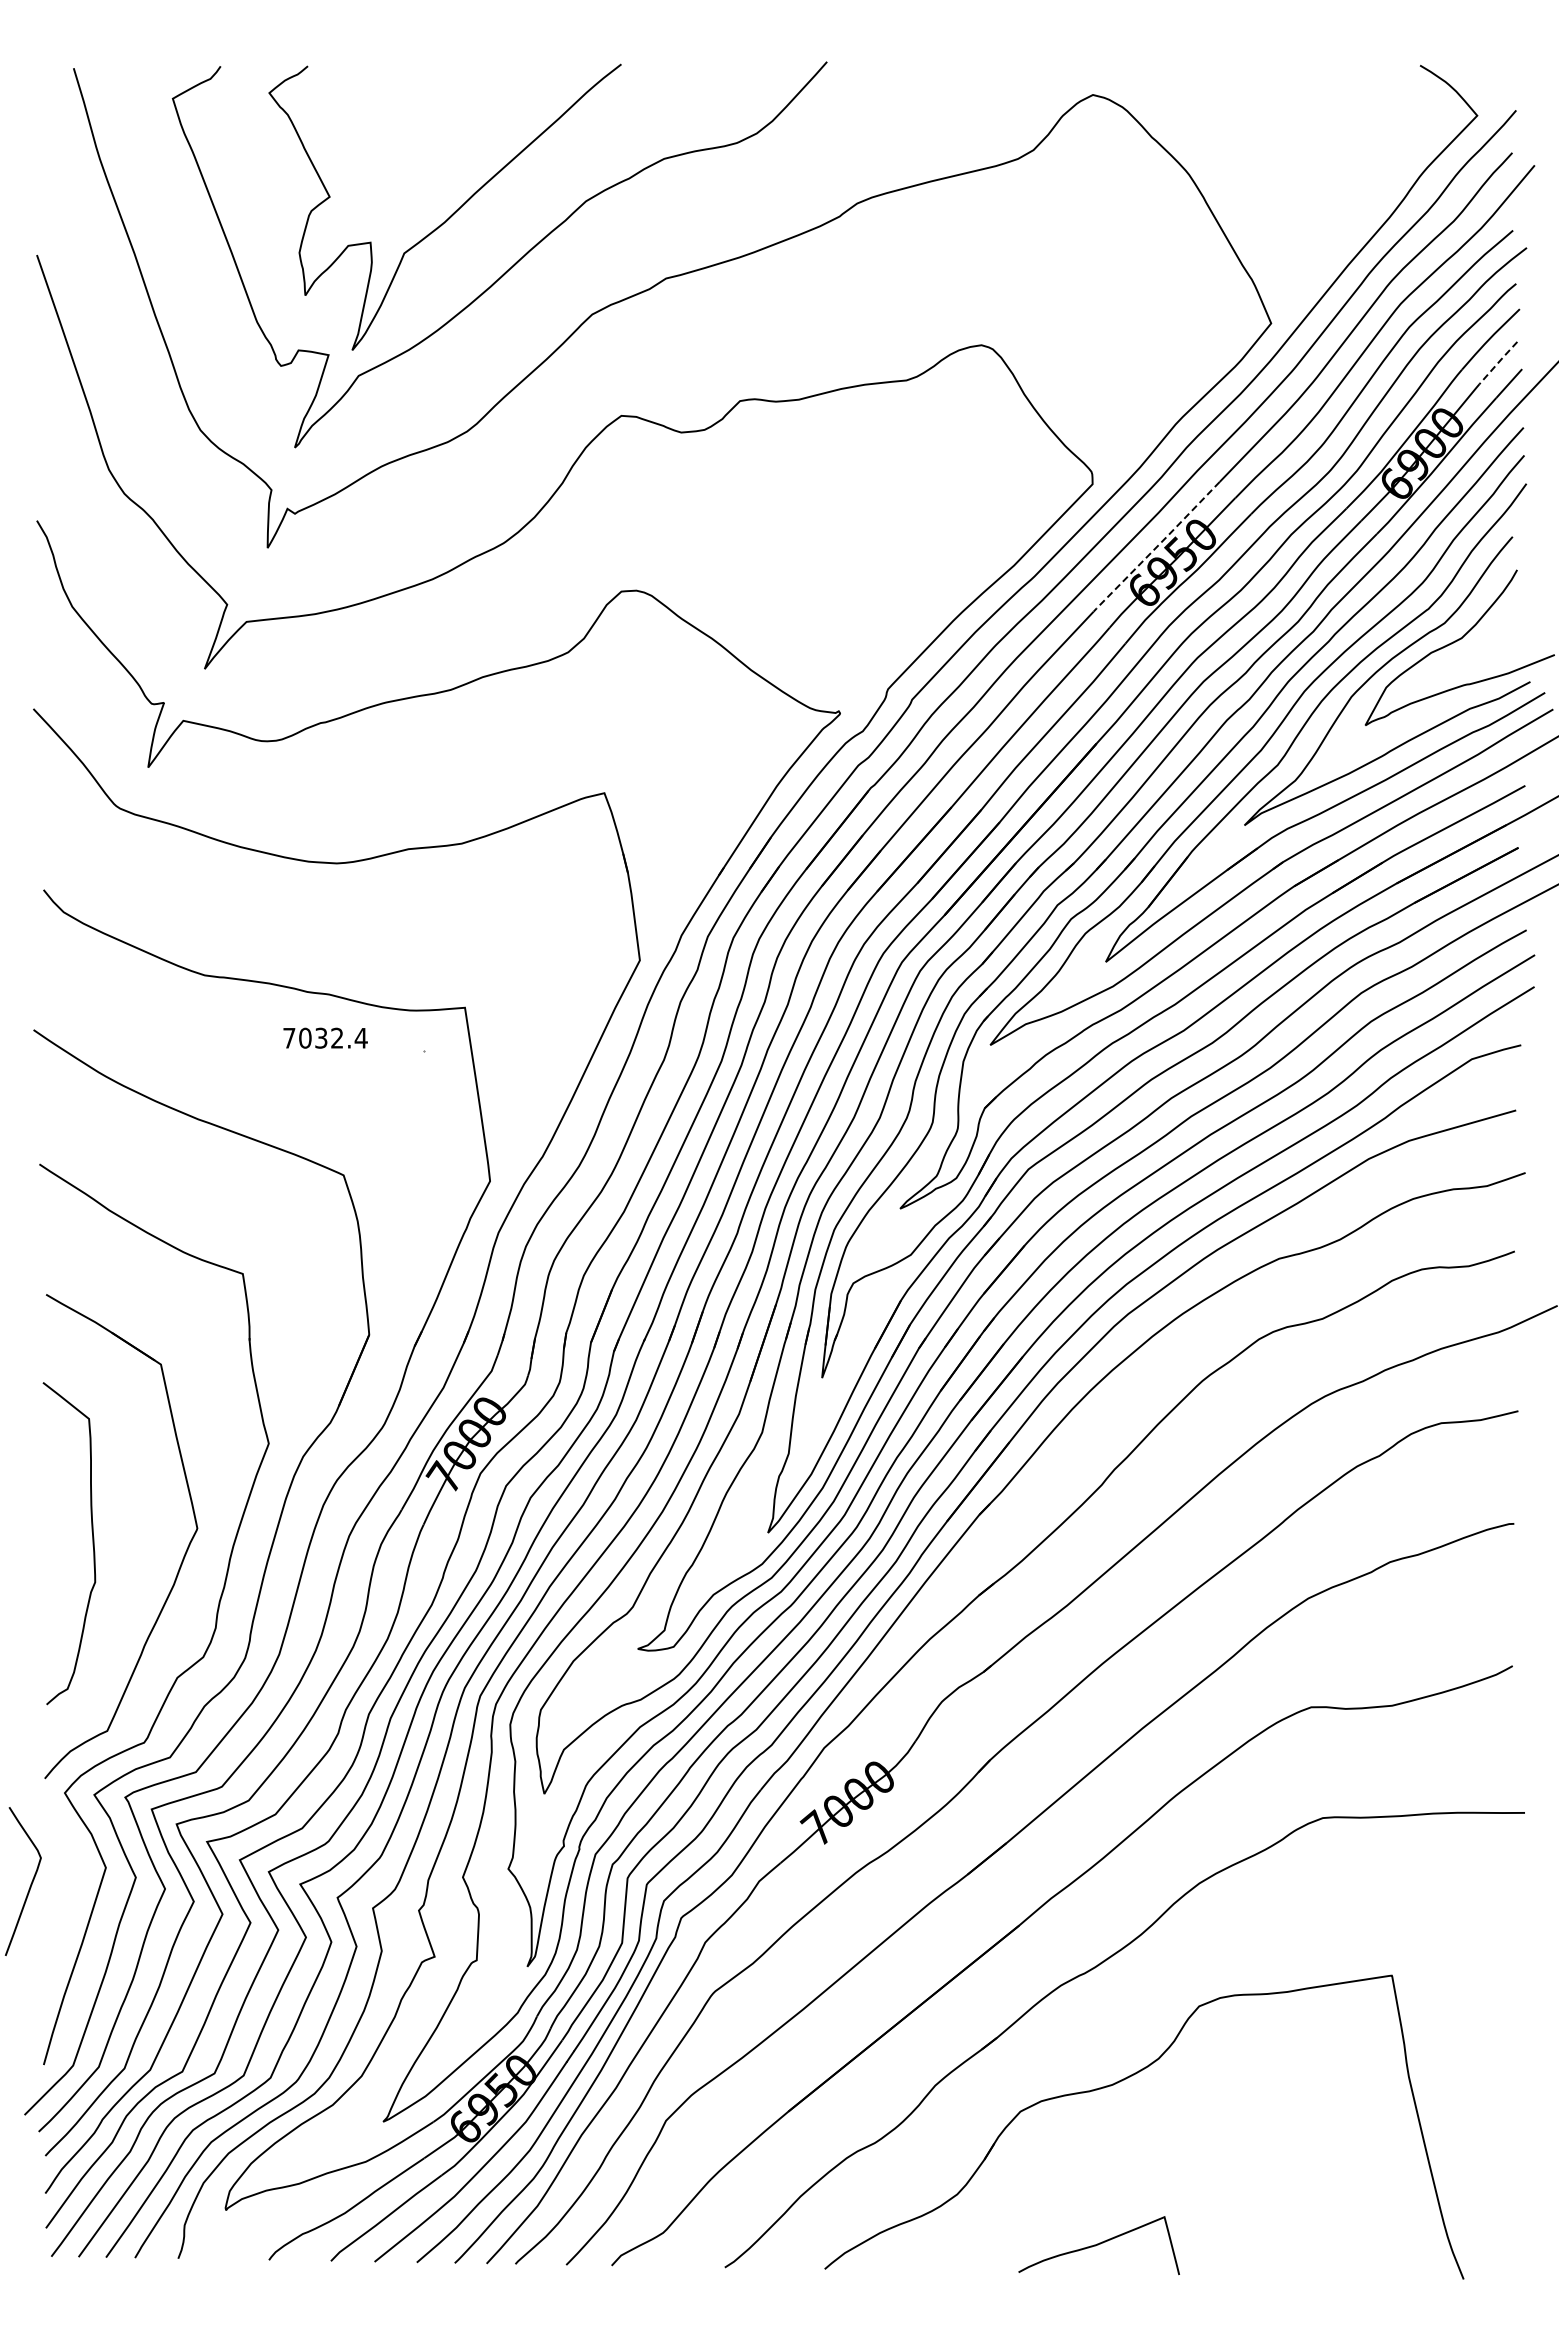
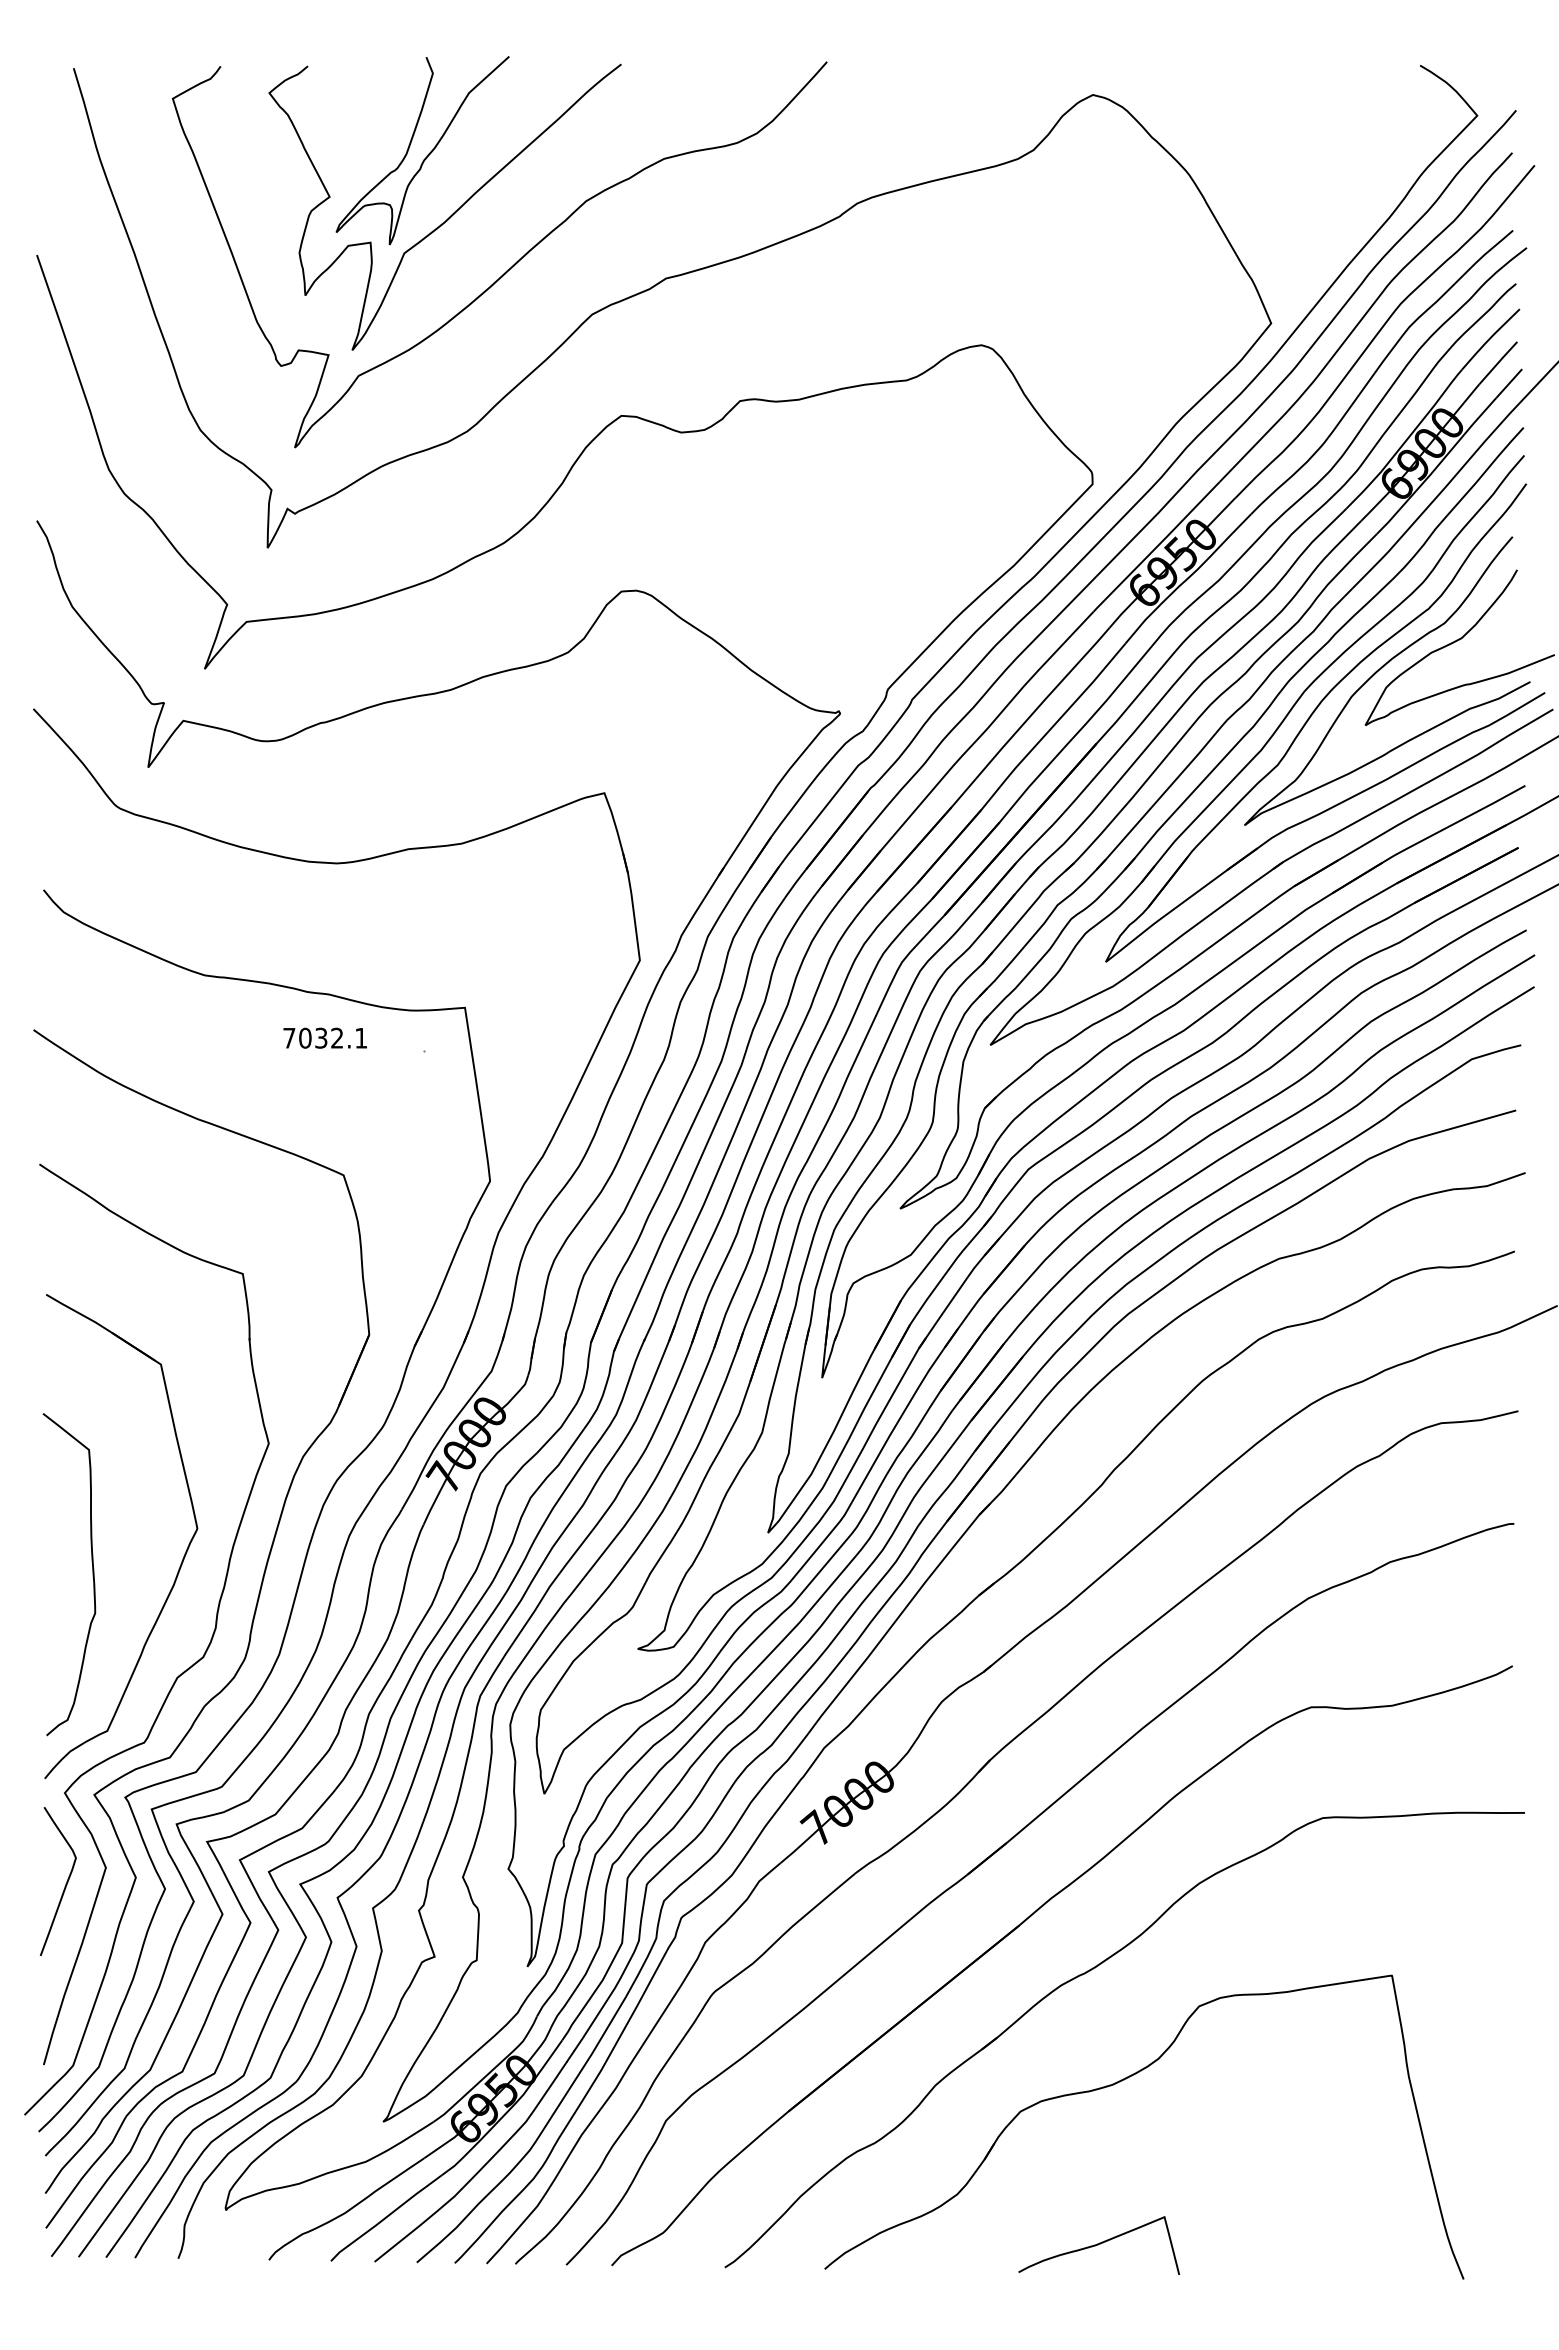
curve at (427, 154): none -> present
line at (1498, 362): dashed -> solid
line at (1156, 547): dashed -> solid
text at (360, 1038): 7032.4 -> 7032.1
curve at (92, 1543) position: (92, 1543) -> (92, 1574)
curve at (30, 1883) position: (30, 1883) -> (65, 1883)
